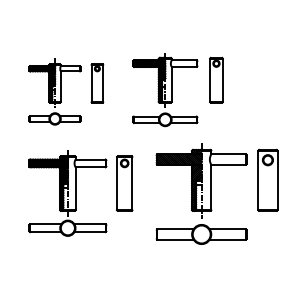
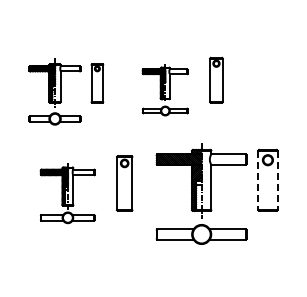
part at (165, 90) size: 67x75 px -> 48x53 px
line at (258, 180): solid -> dashed
line at (277, 180): solid -> dashed
part at (67, 193) size: 80x87 px -> 57x62 px
